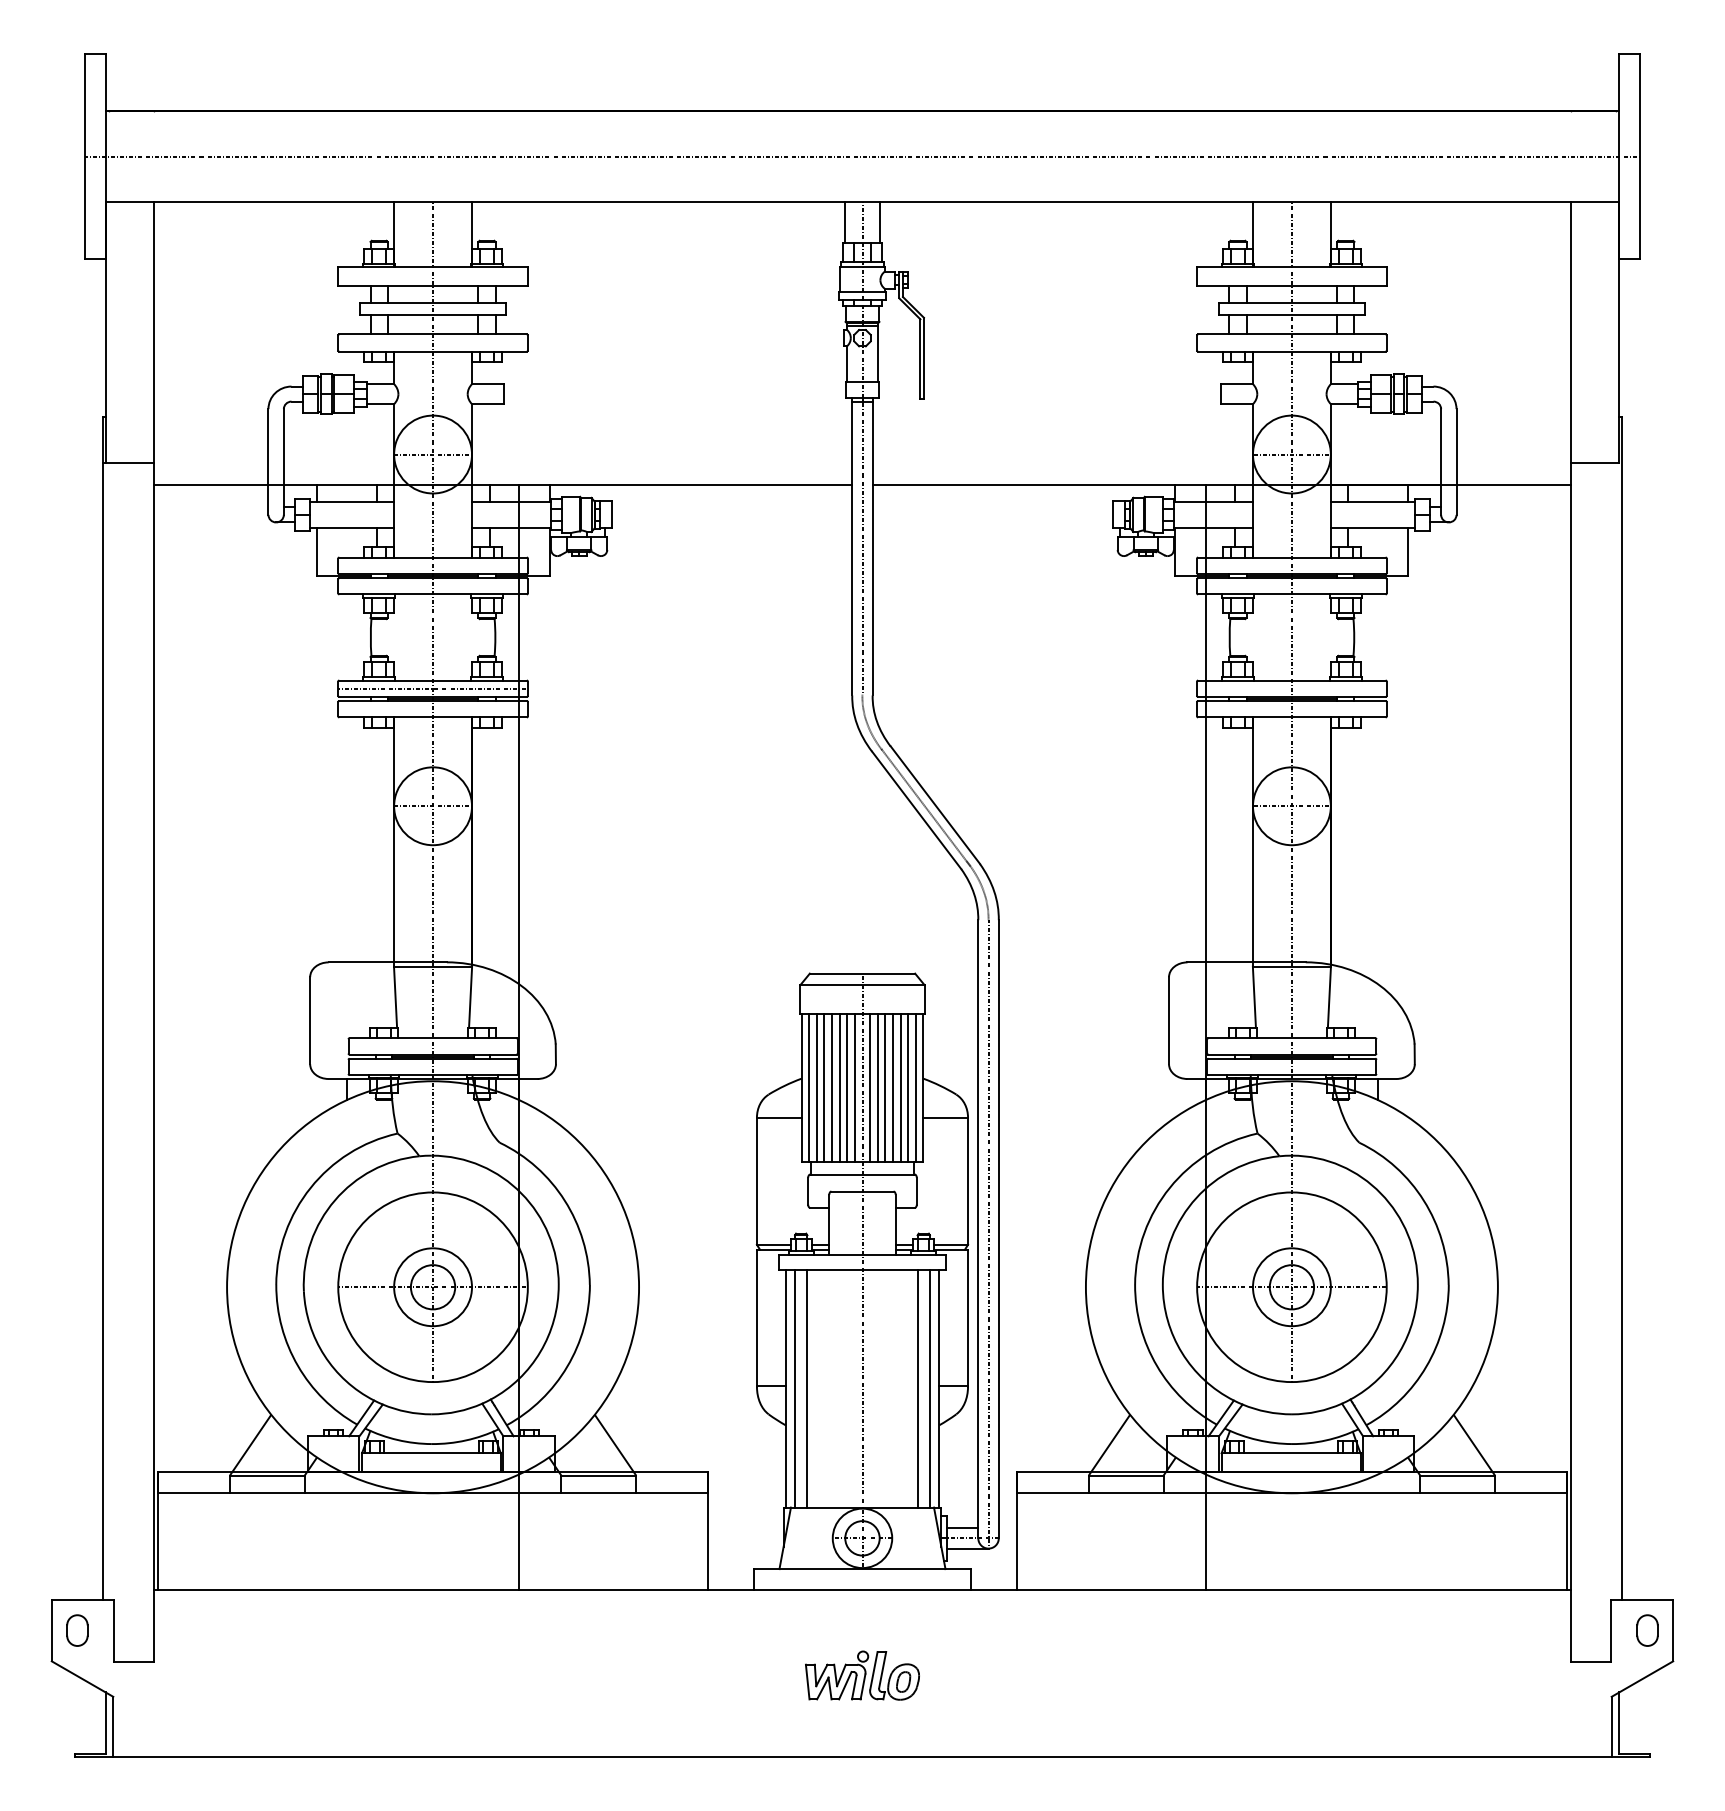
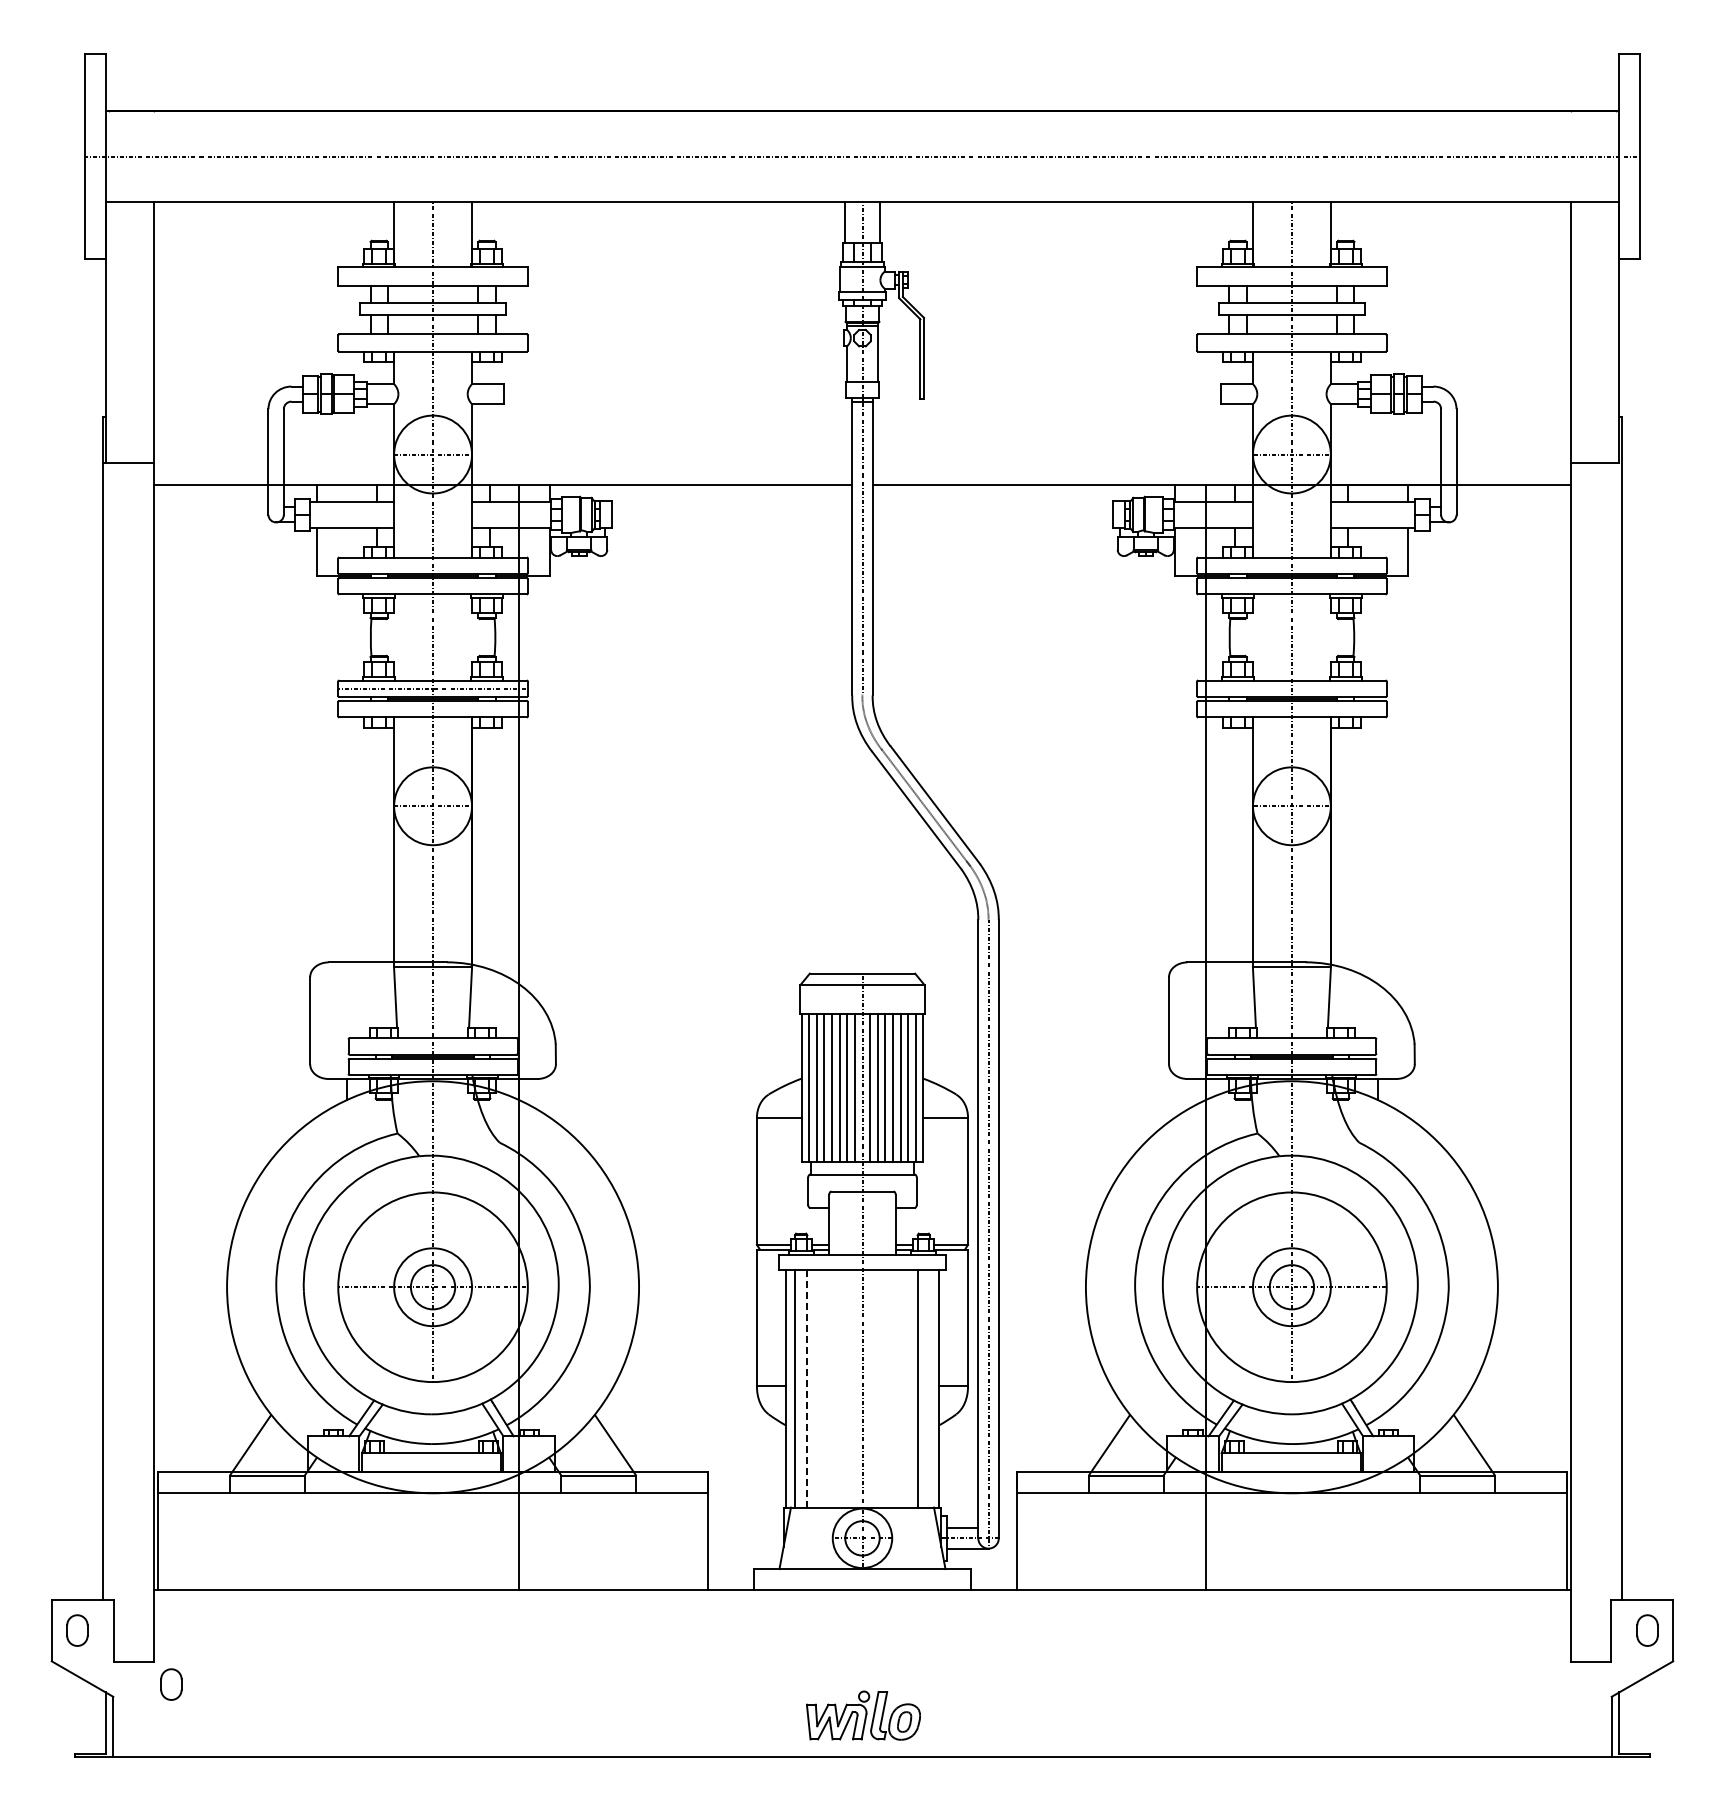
line at (929, 1388): present -> none
line at (807, 1389): solid -> dashed
part at (862, 1675) position: (862, 1675) -> (863, 1715)
part at (171, 1684): none -> present
